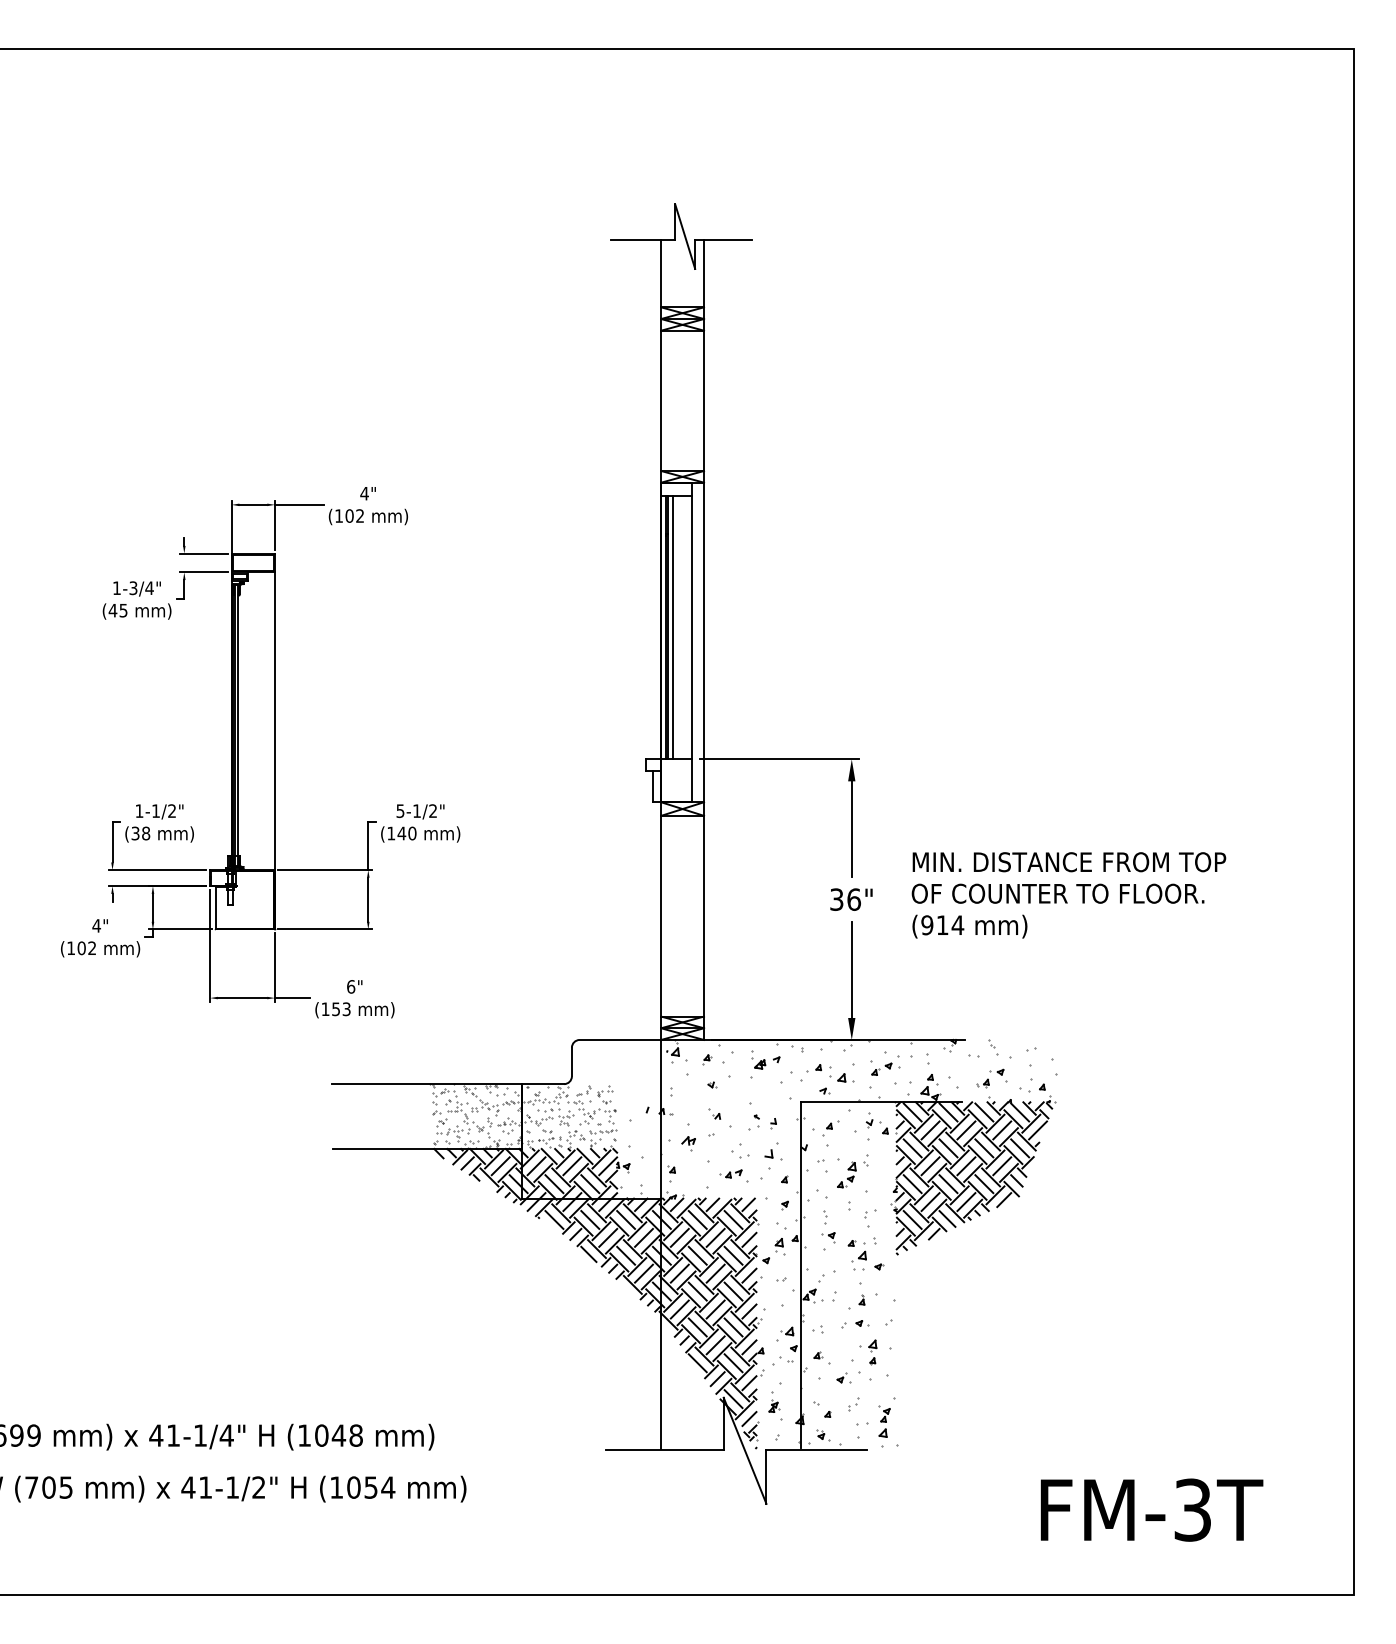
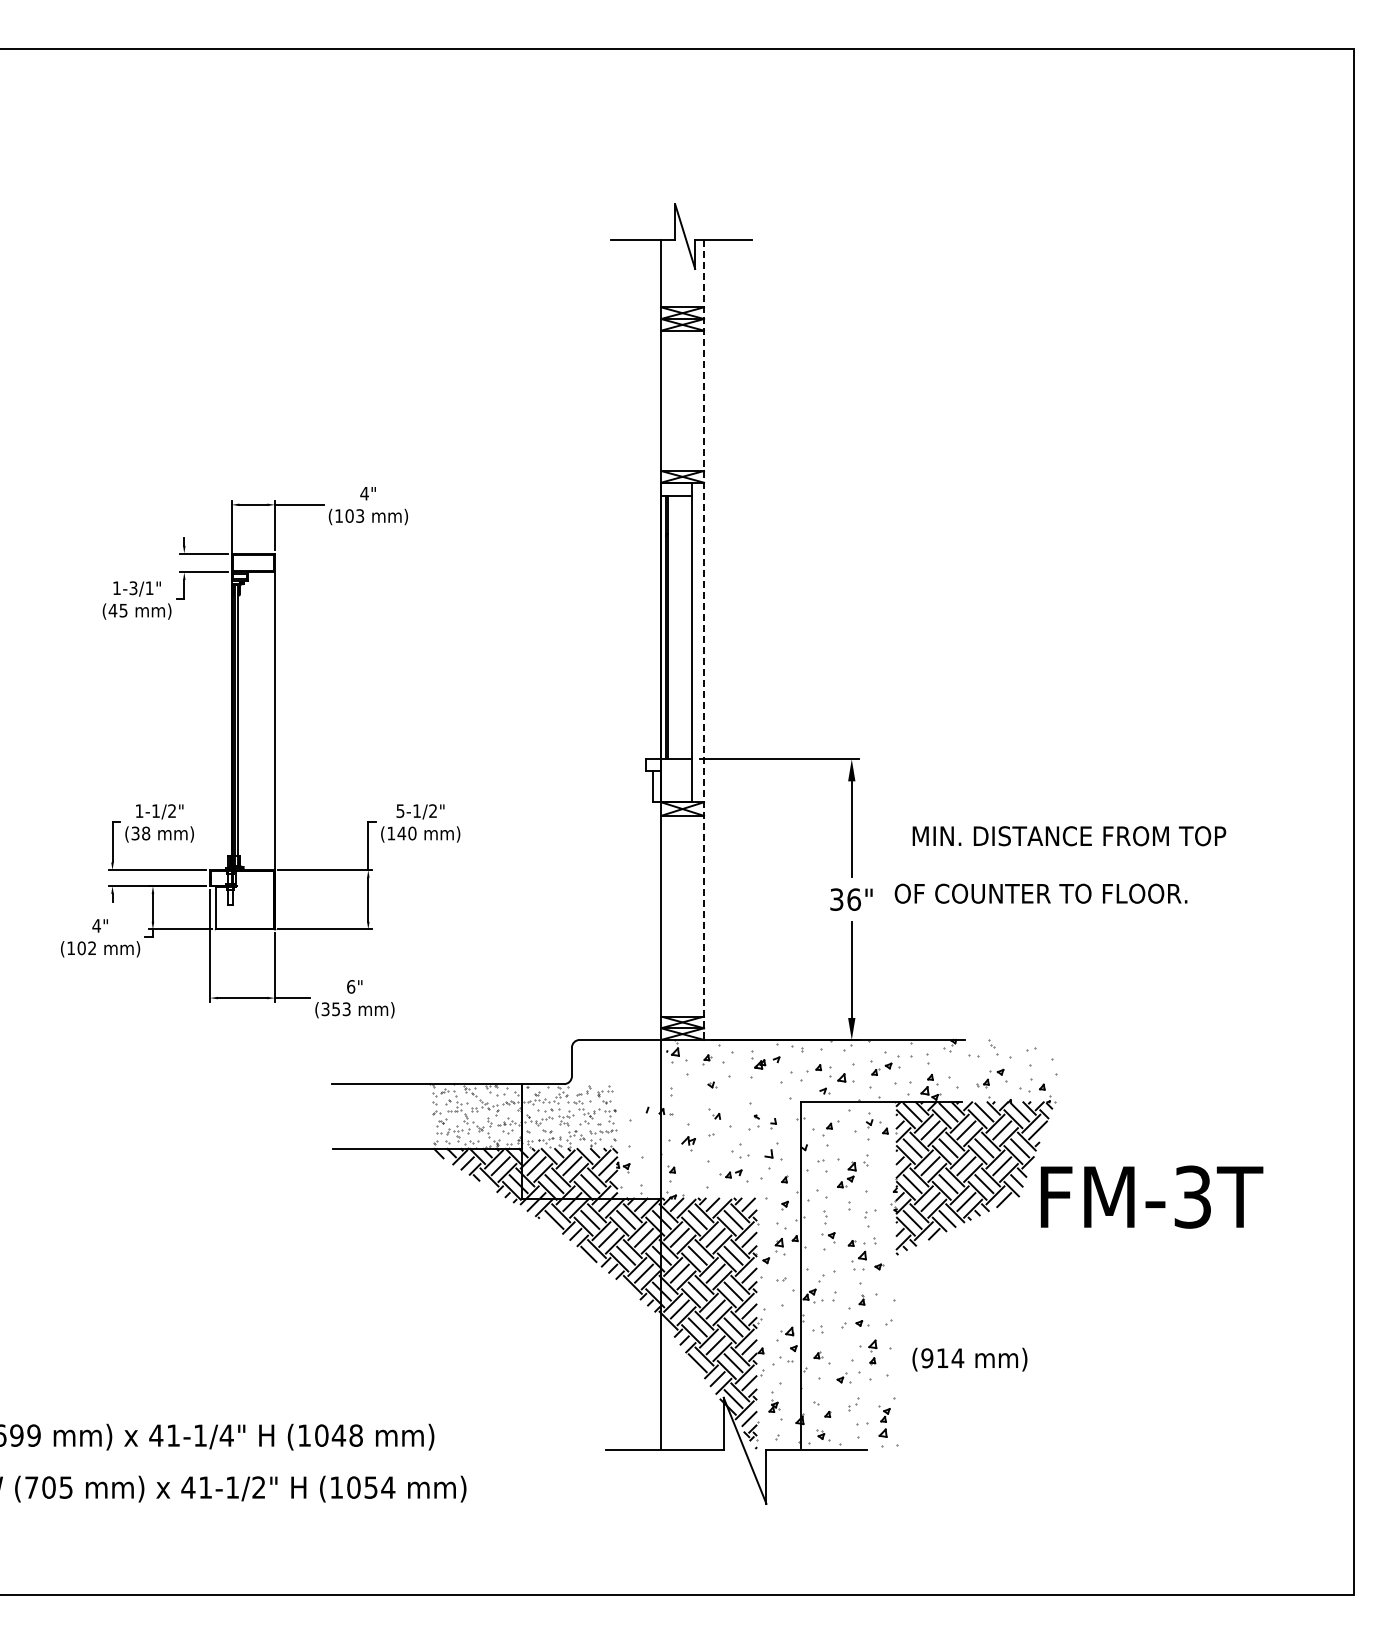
text at (360, 516): (102 -> (103
text at (149, 587): 1-3/4" -> 1-3/1"
line at (672, 627): present -> none
line at (704, 640): solid -> dashed
text at (1069, 862) position: (1069, 862) -> (1069, 836)
text at (1057, 893) position: (1057, 893) -> (1040, 893)
text at (969, 926) position: (969, 926) -> (969, 1359)
text at (325, 1009): (153 -> (353
text at (1151, 1509) position: (1151, 1509) -> (1151, 1196)
